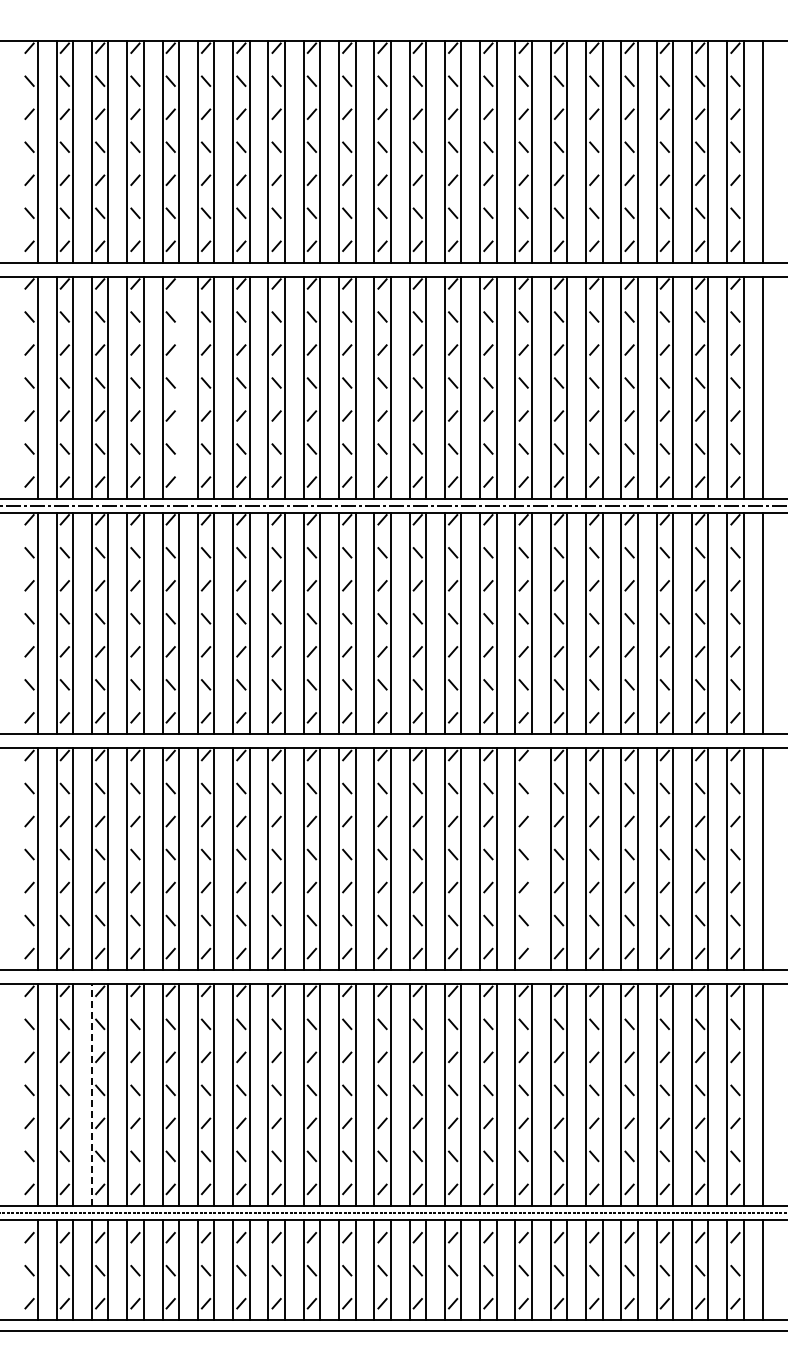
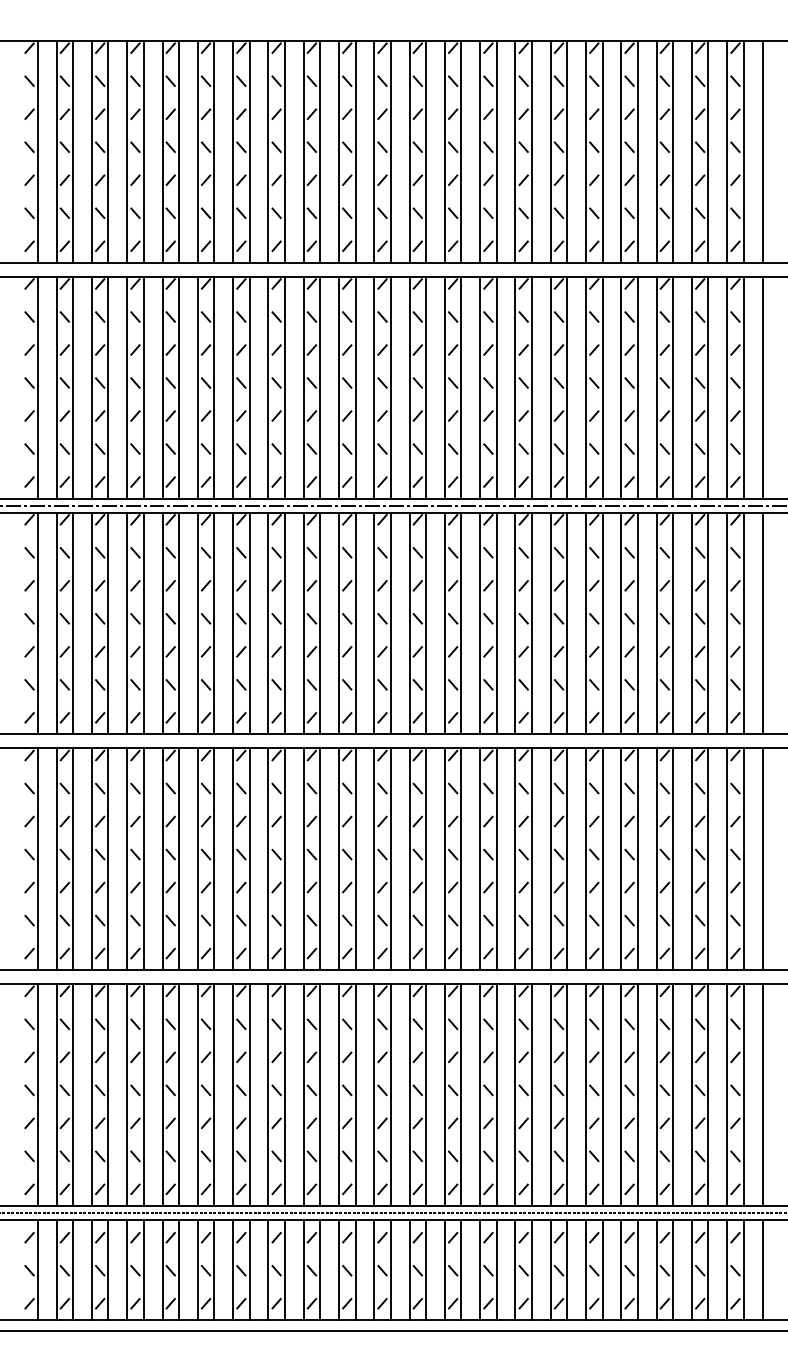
line at (179, 387): none -> present
line at (531, 859): none -> present
line at (91, 1095): dashed -> solid
